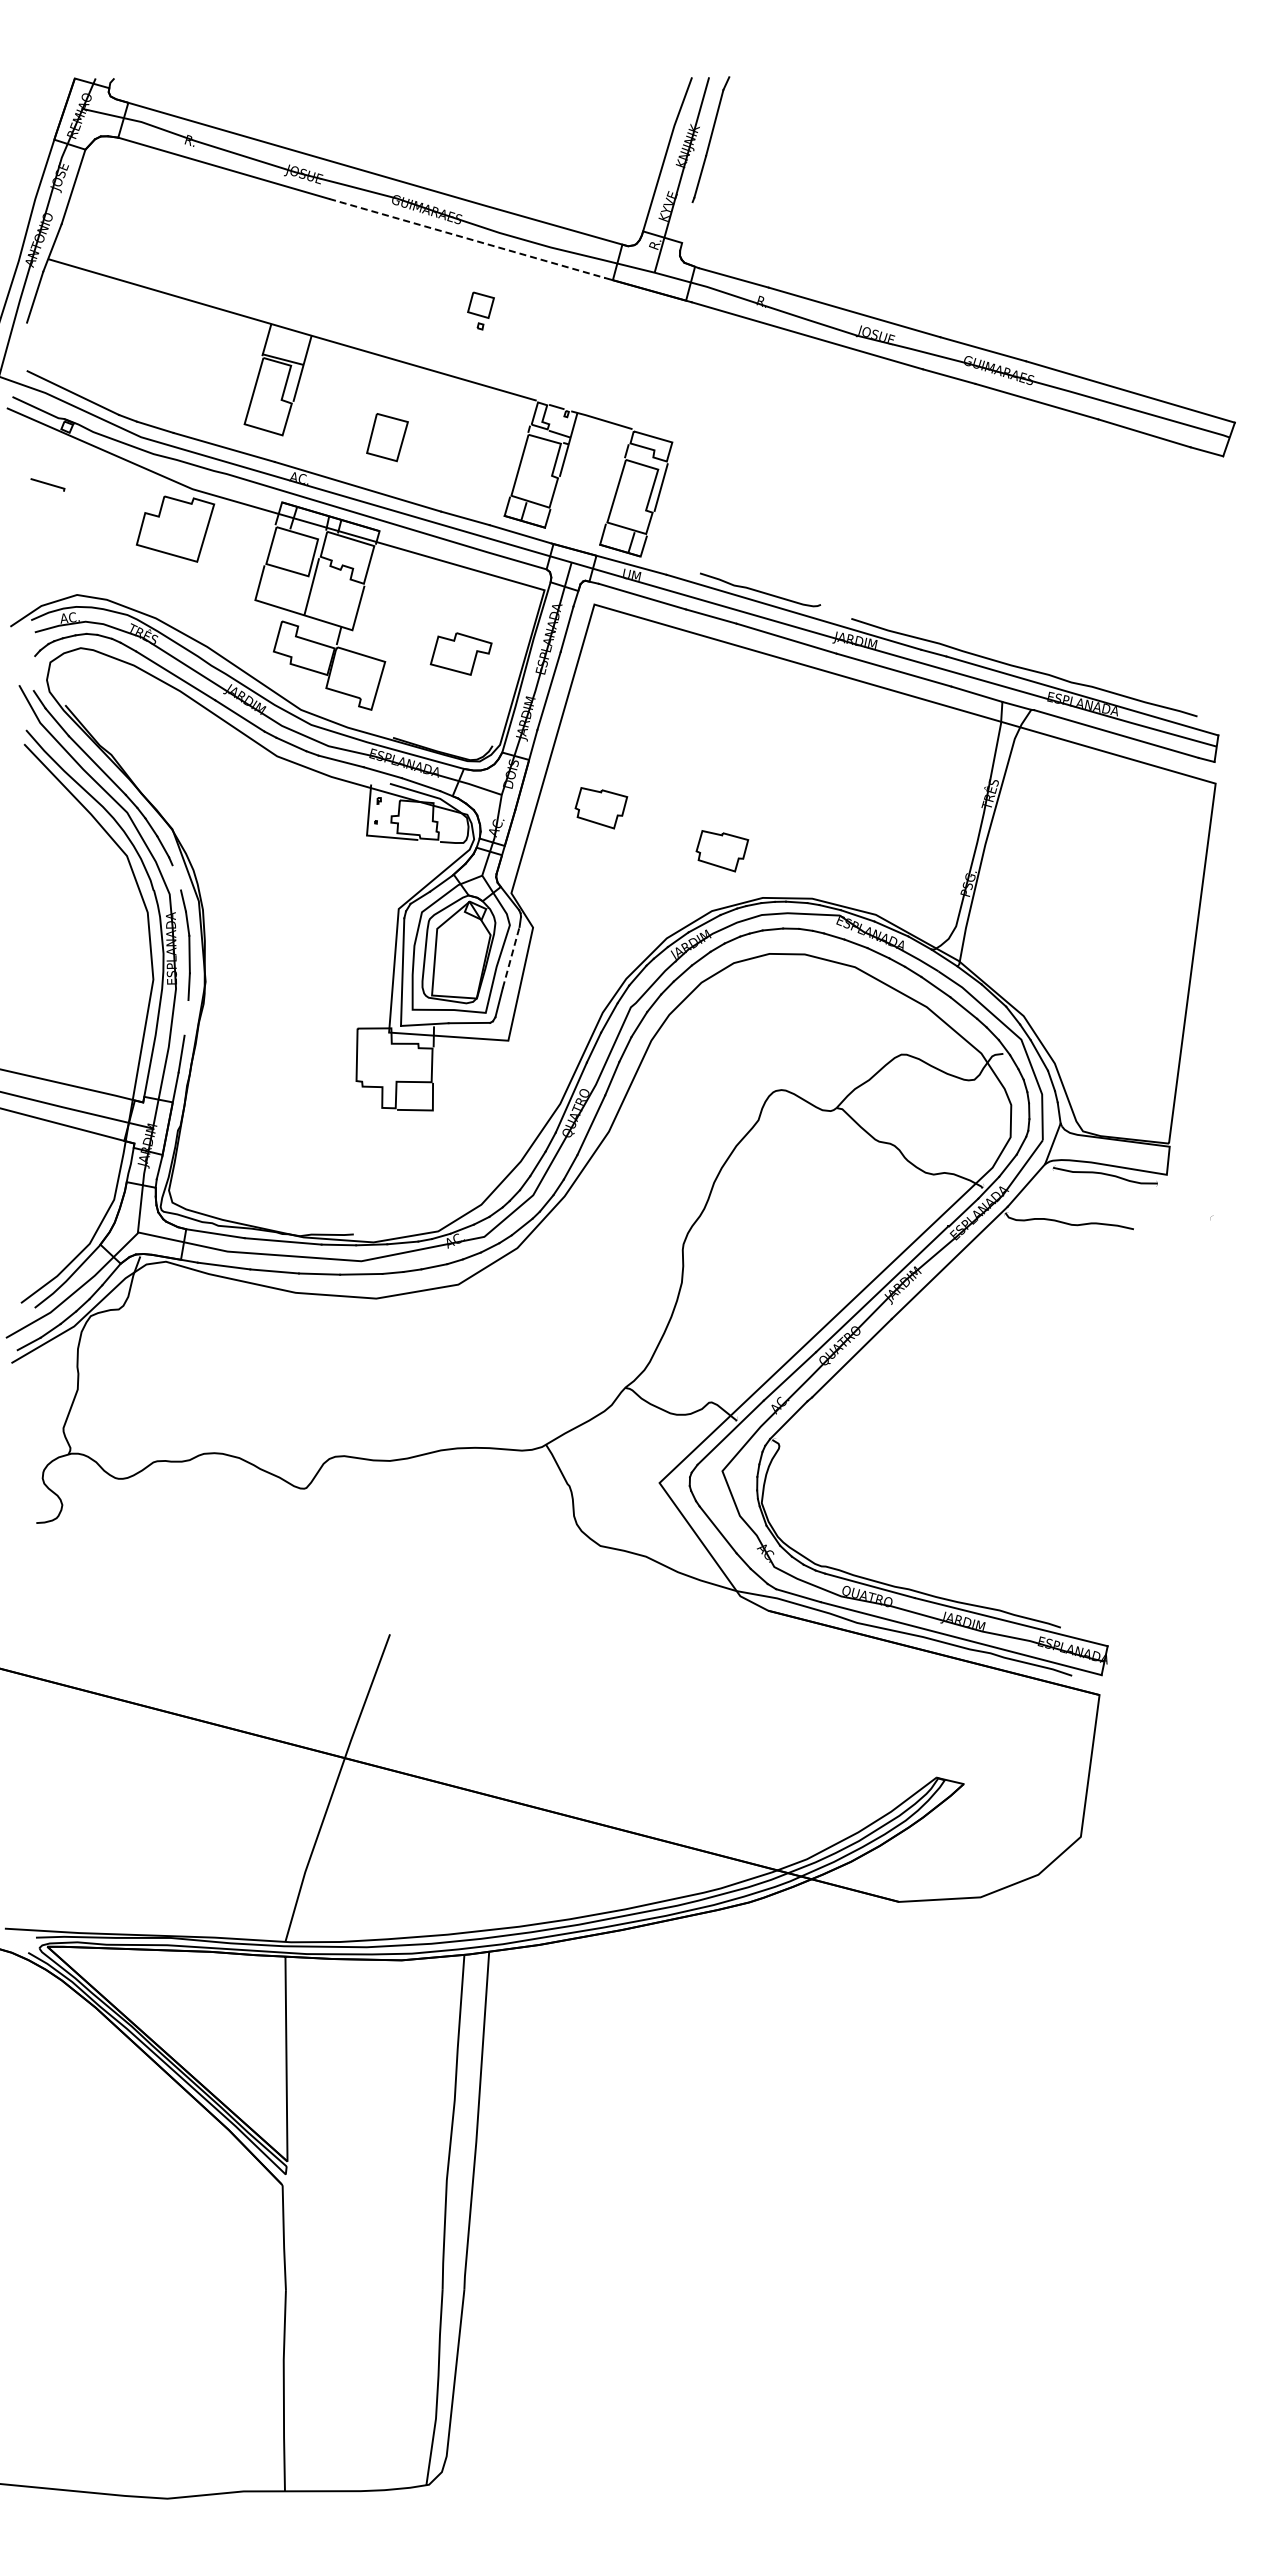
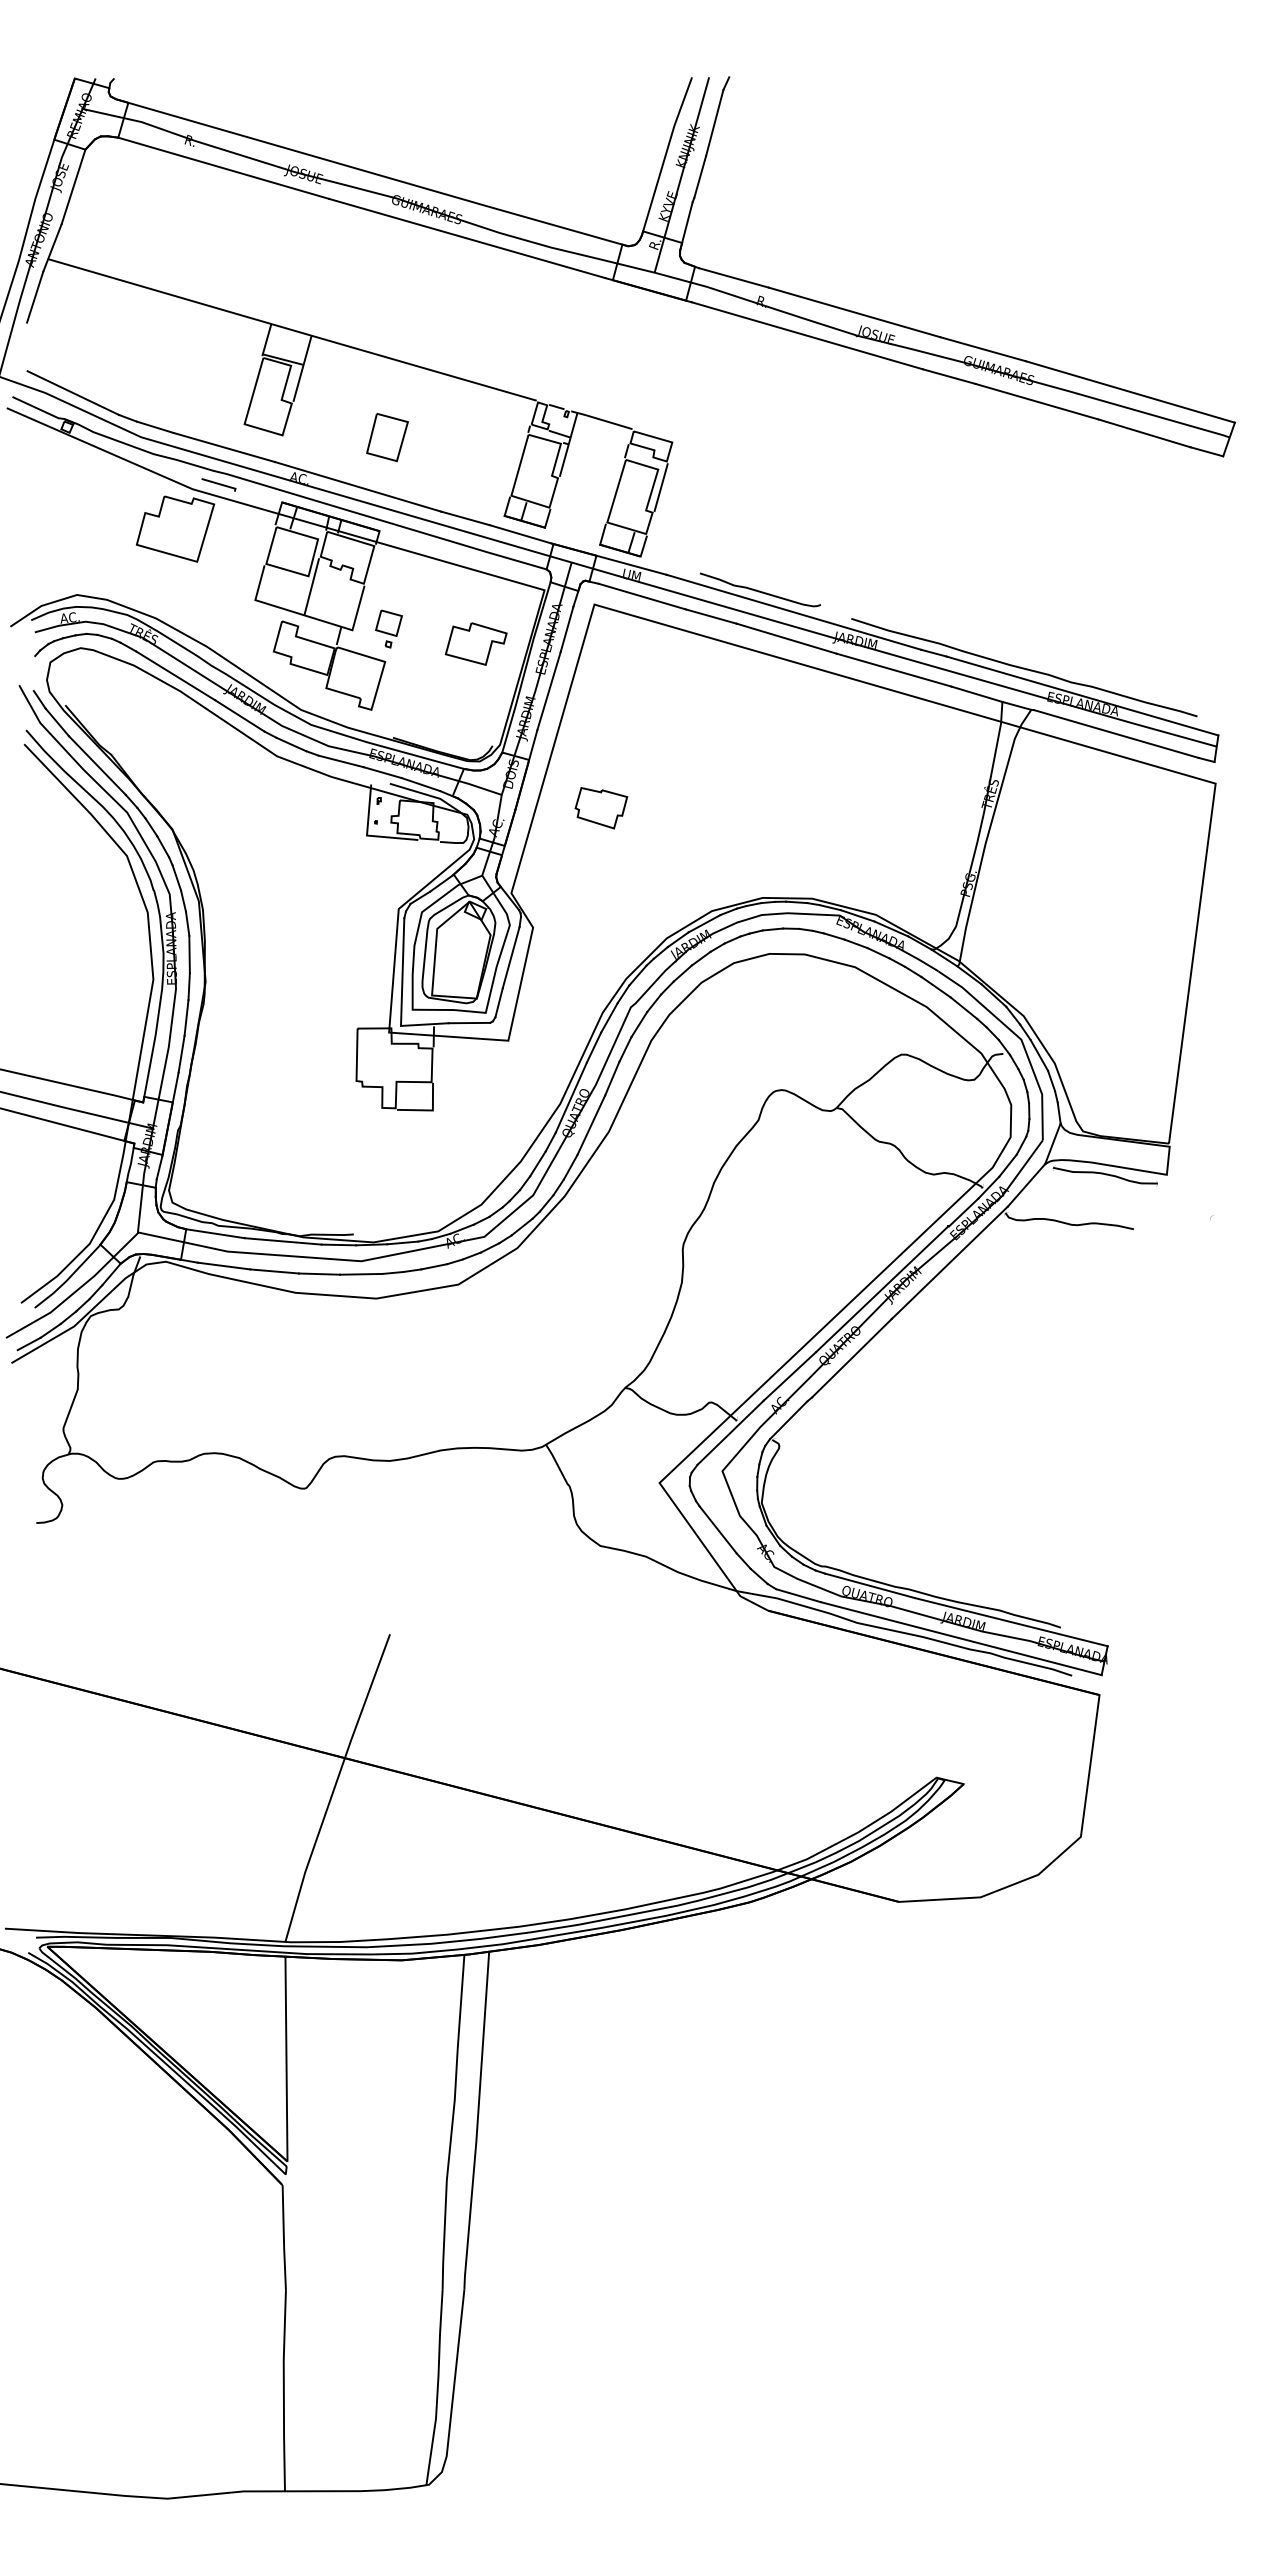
line at (686, 226): none -> present
line at (467, 238): dashed -> solid
part at (480, 310) position: (480, 310) -> (388, 628)
line at (47, 484) position: (47, 484) -> (218, 484)
part at (460, 653) position: (460, 653) -> (475, 643)
part at (722, 851): present -> none
line at (176, 877): none -> present
line at (511, 957): dashed -> solid
line at (186, 1017): none -> present
